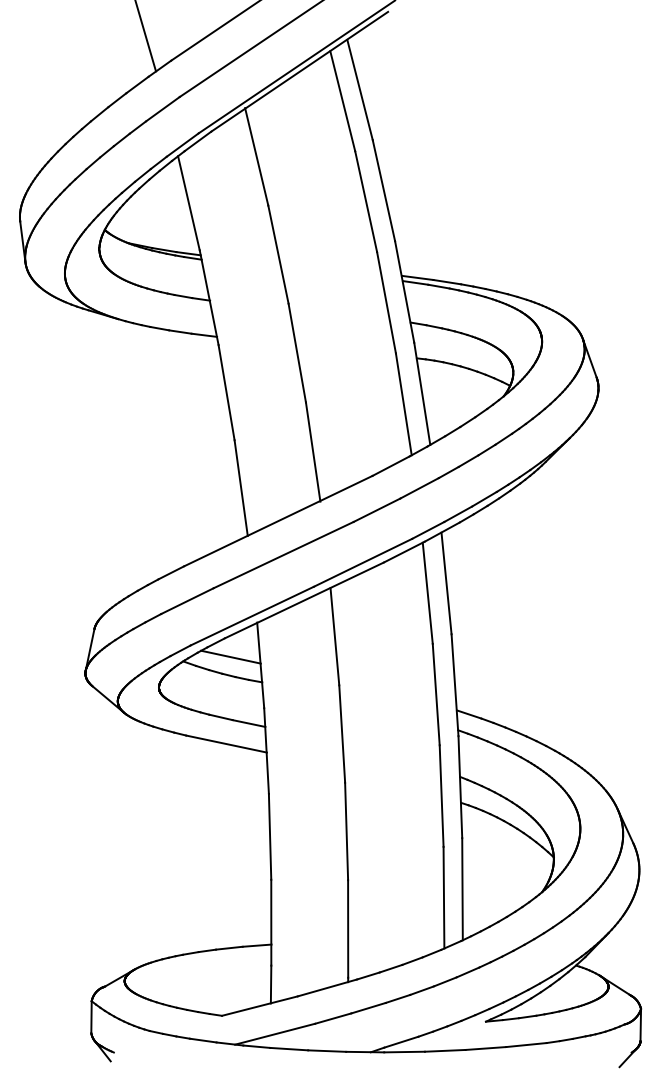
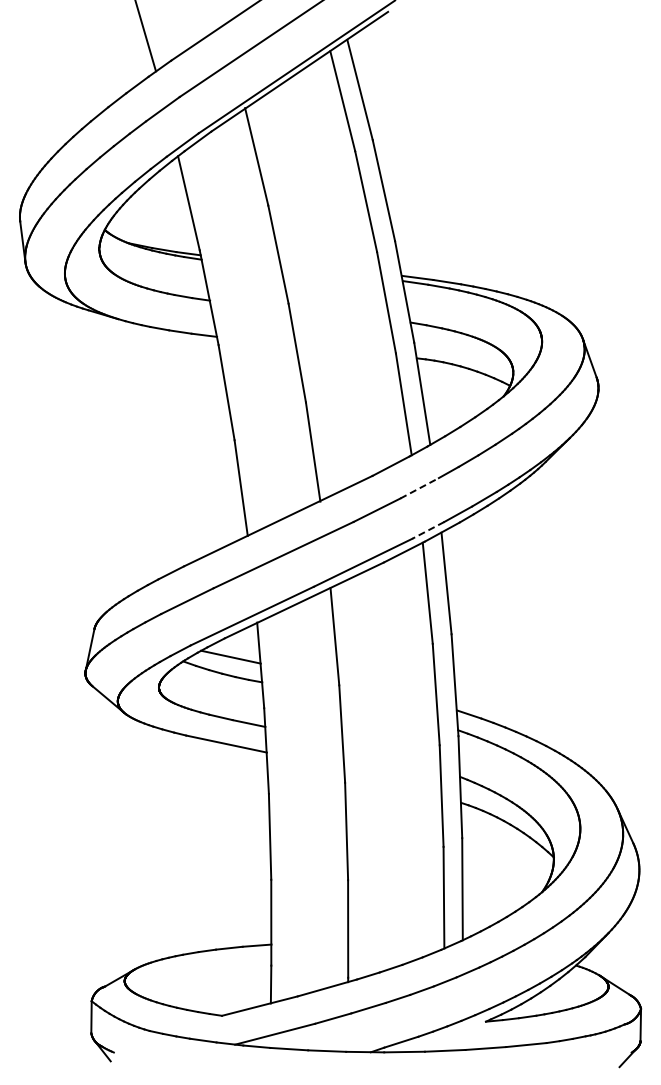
line at (419, 488): solid -> dashed
line at (427, 530): solid -> dashed
